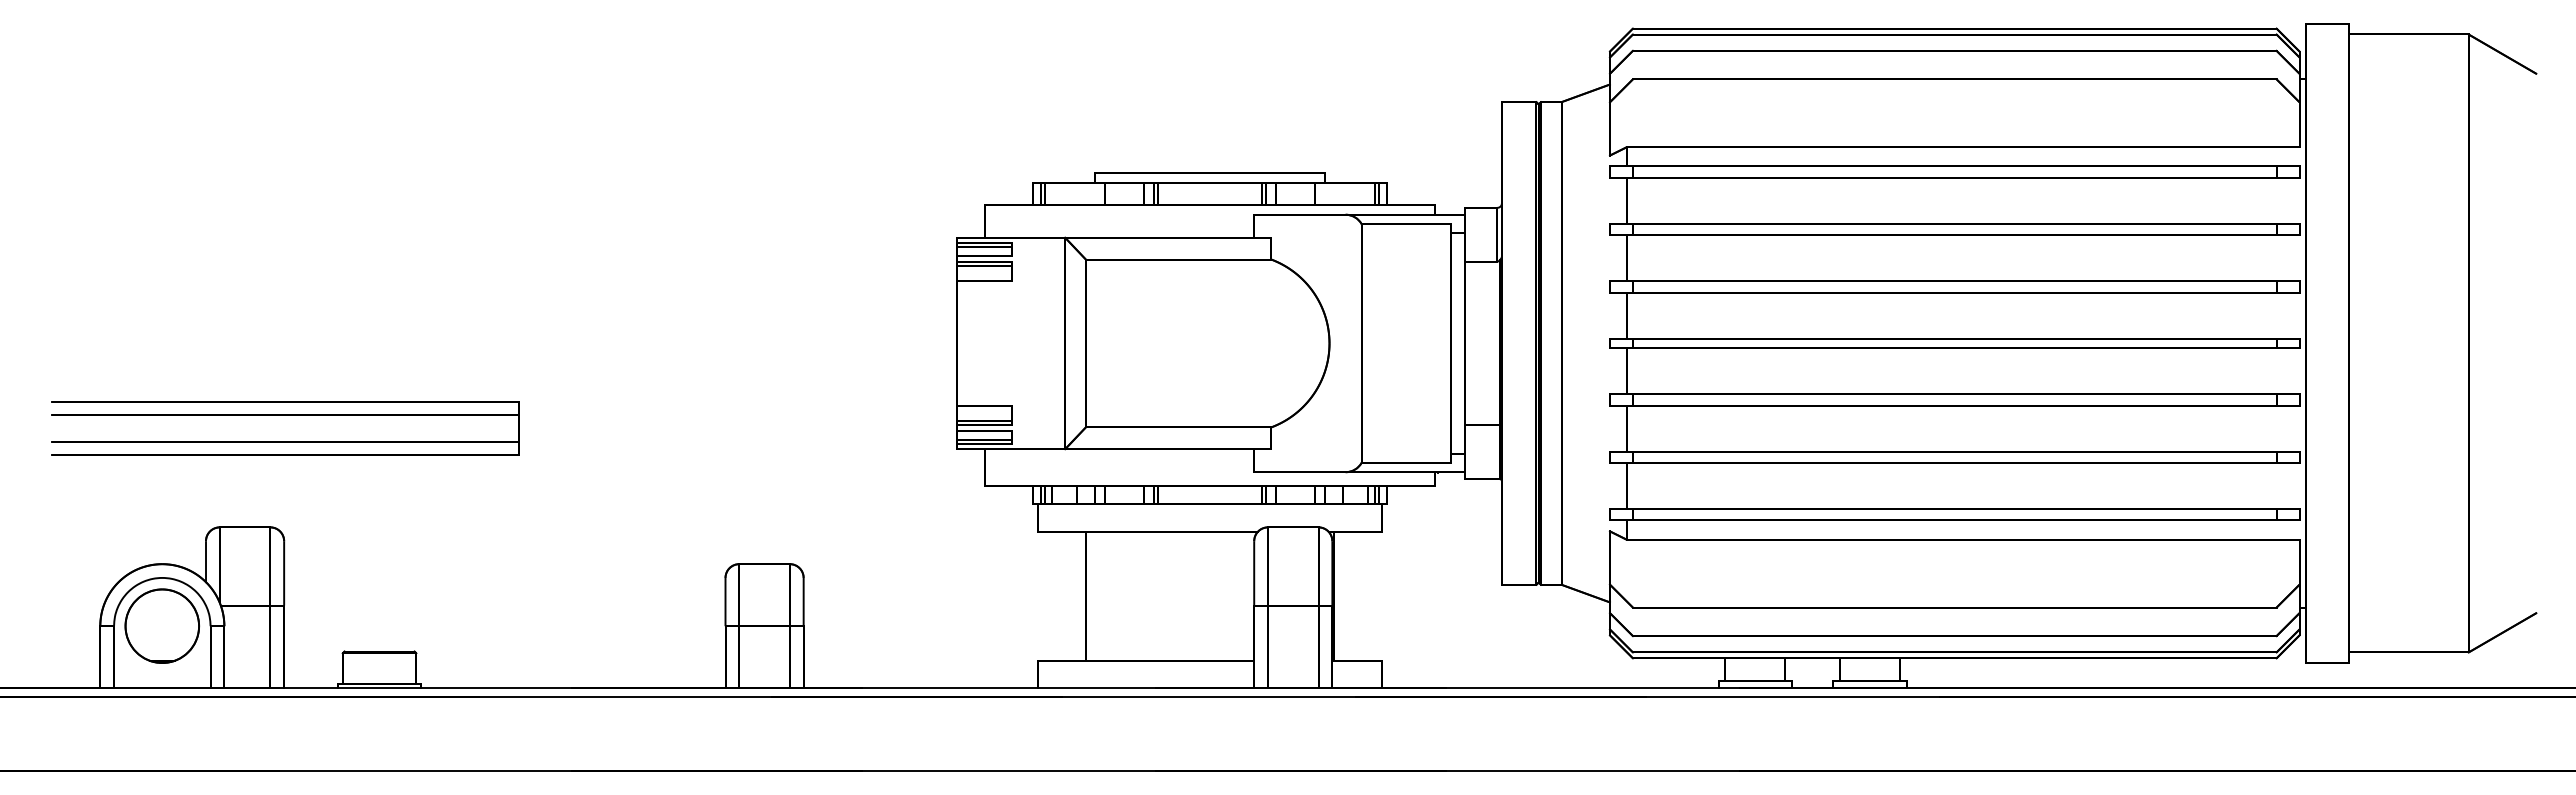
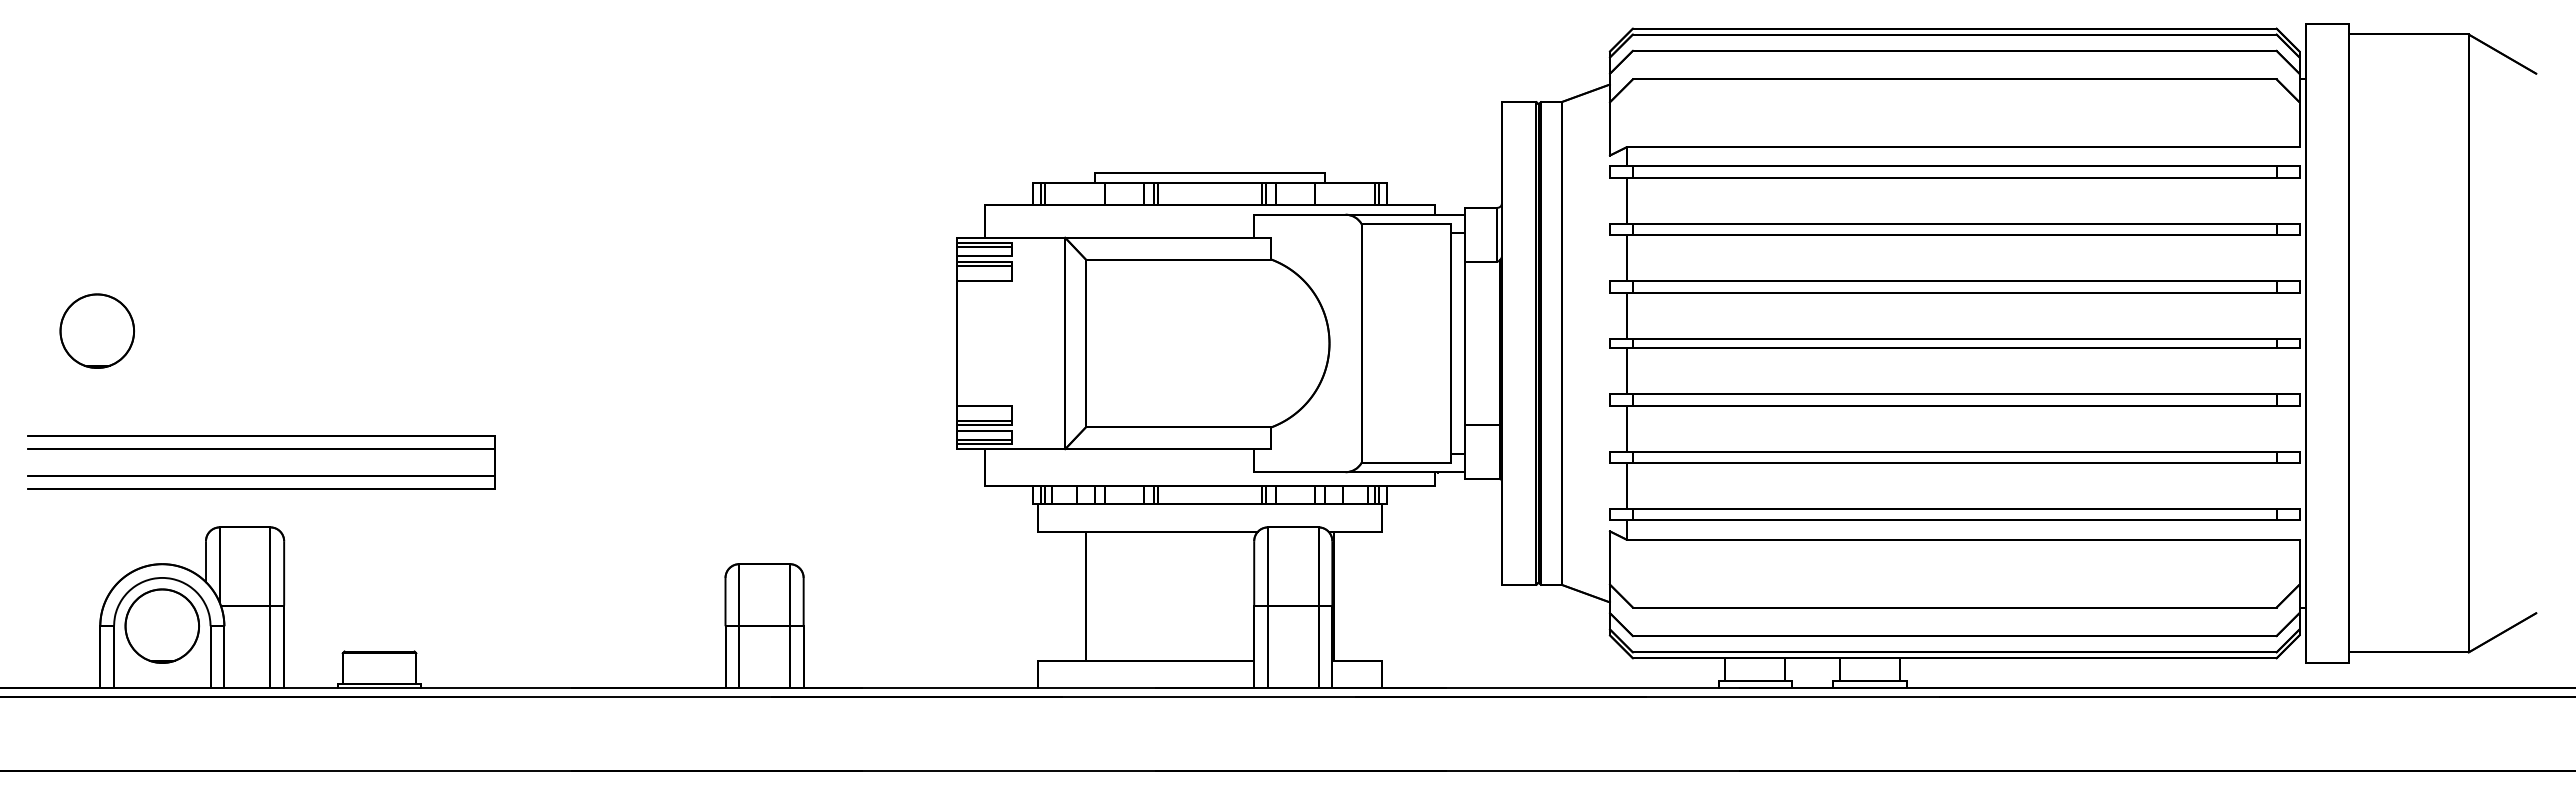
circle at (96, 330): none -> present
part at (285, 415) position: (285, 415) -> (261, 449)
